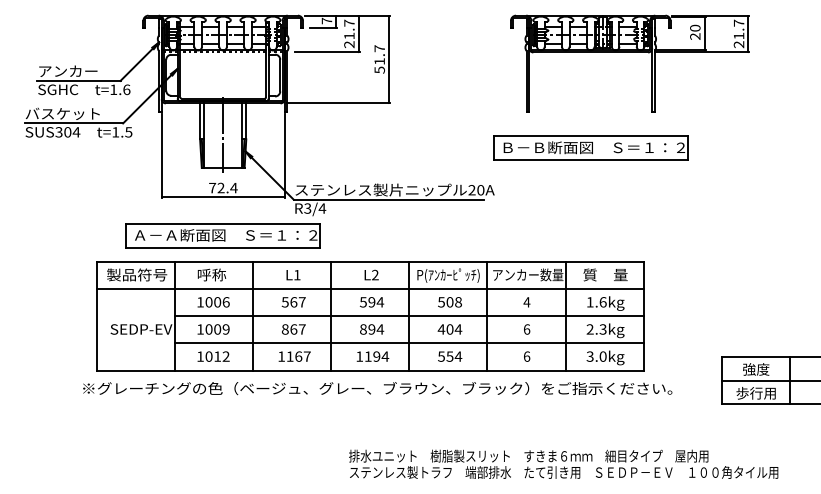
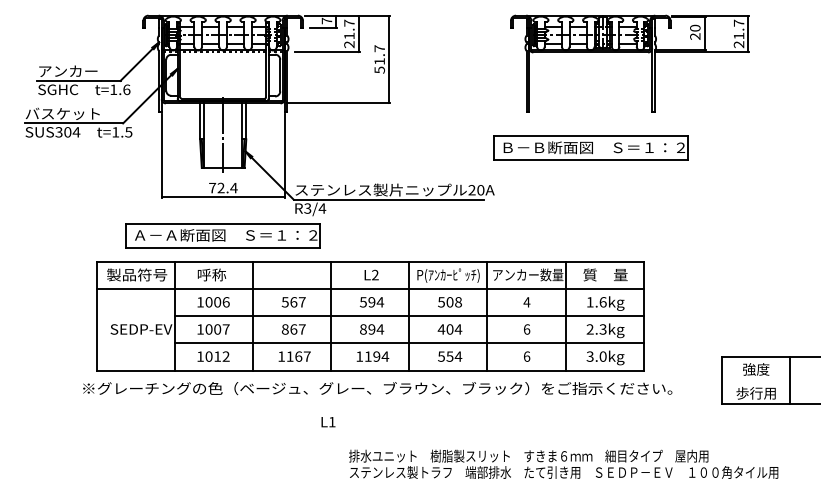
text at (293, 275) position: (293, 275) -> (328, 422)
text at (225, 329): 1009 -> 1007
line at (769, 380): present -> none
